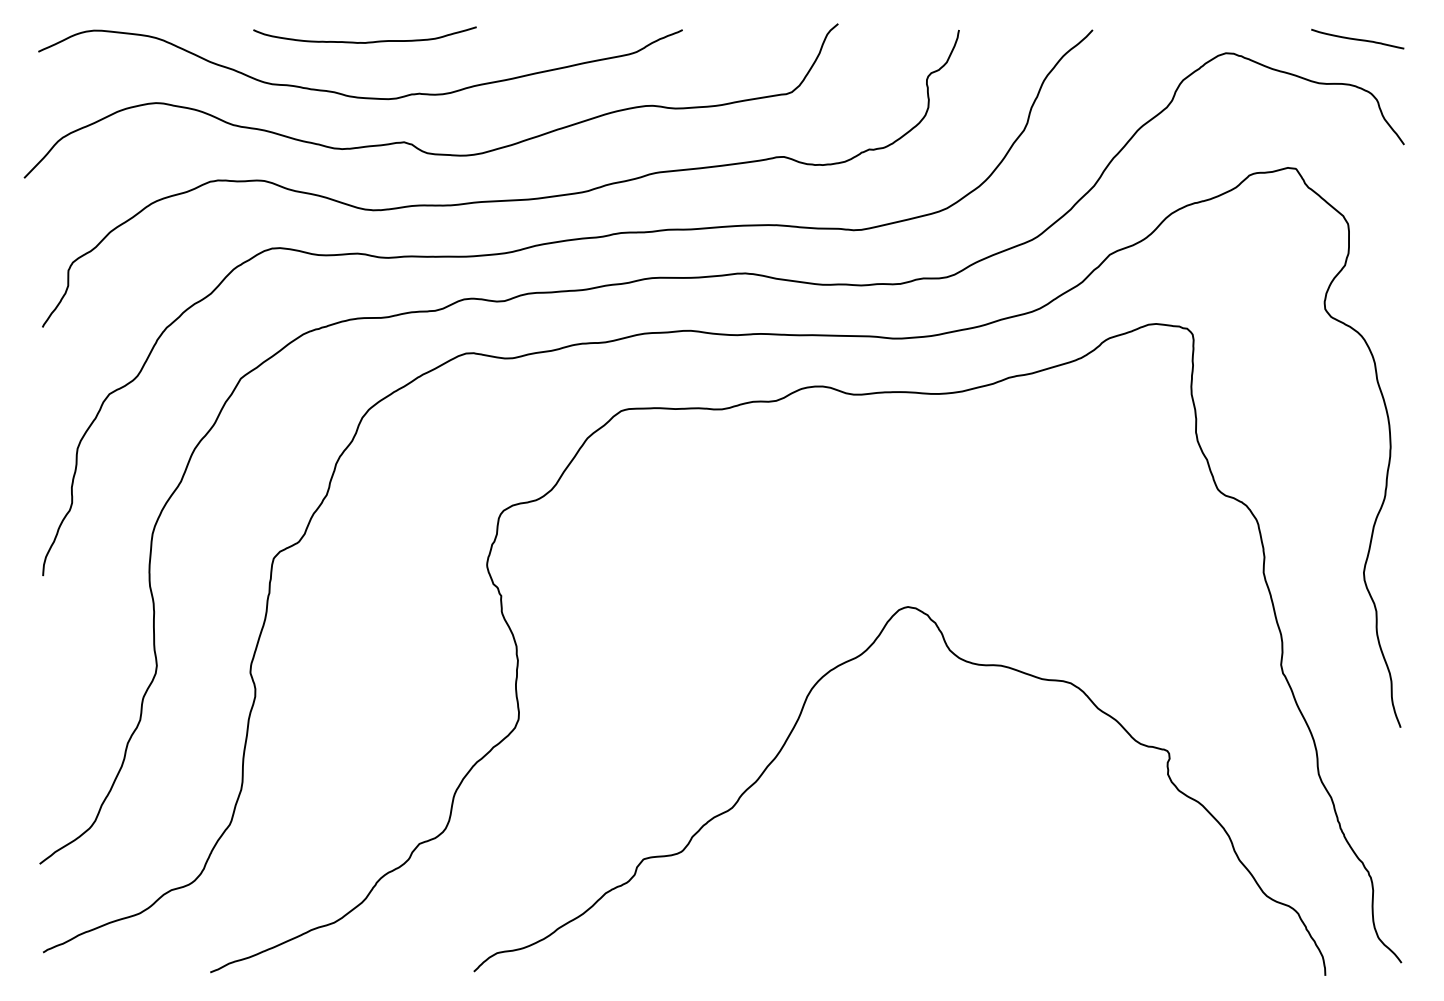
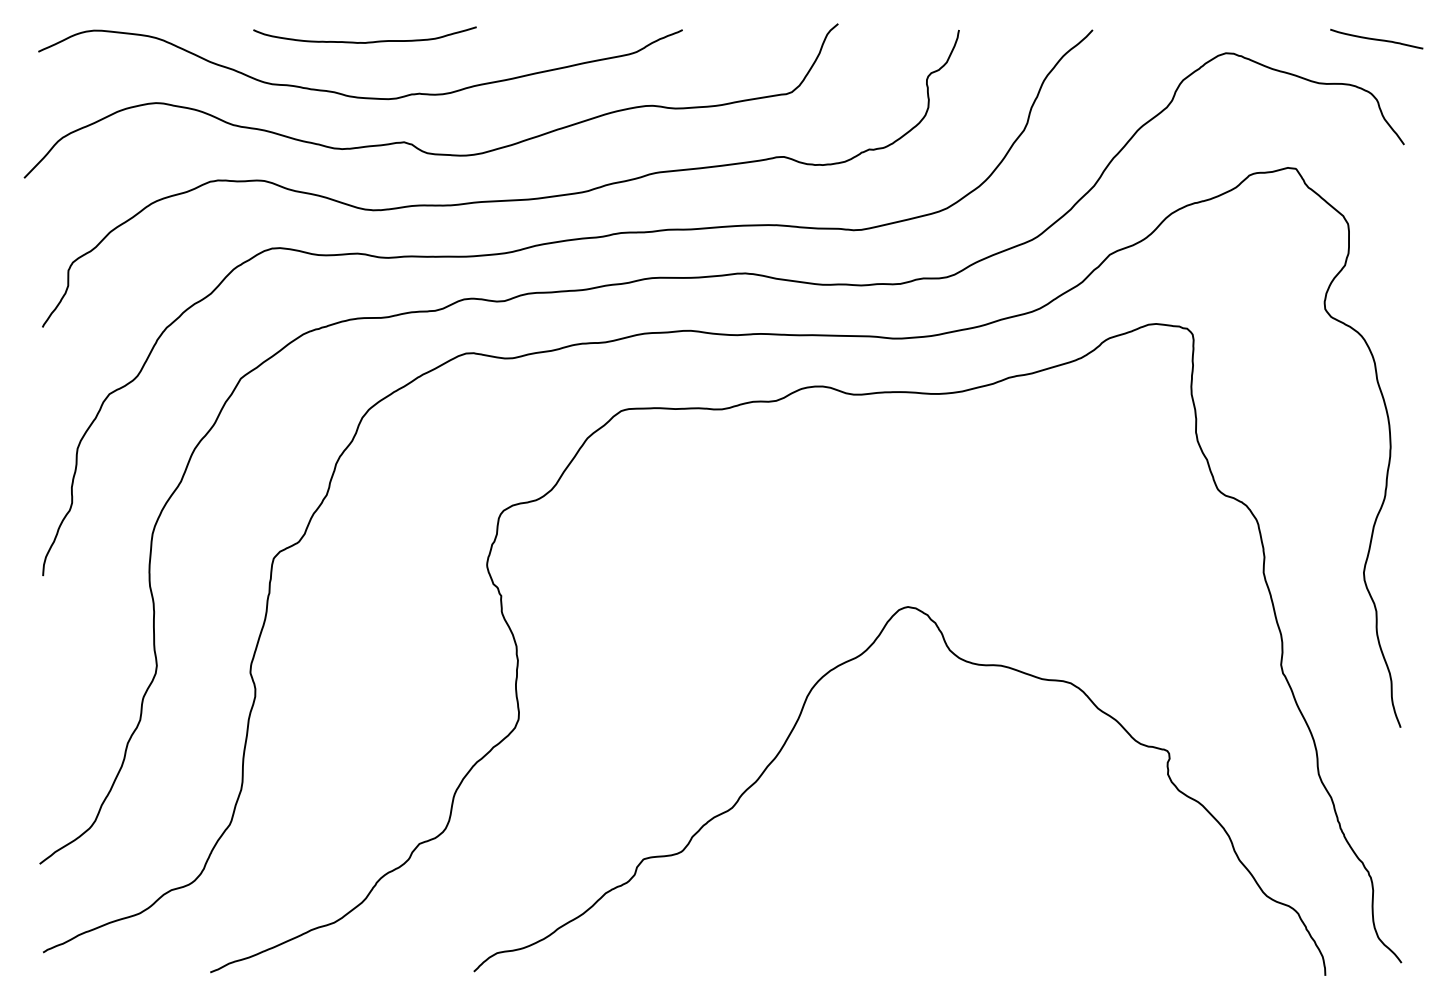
curve at (1357, 38) position: (1357, 38) -> (1376, 38)
